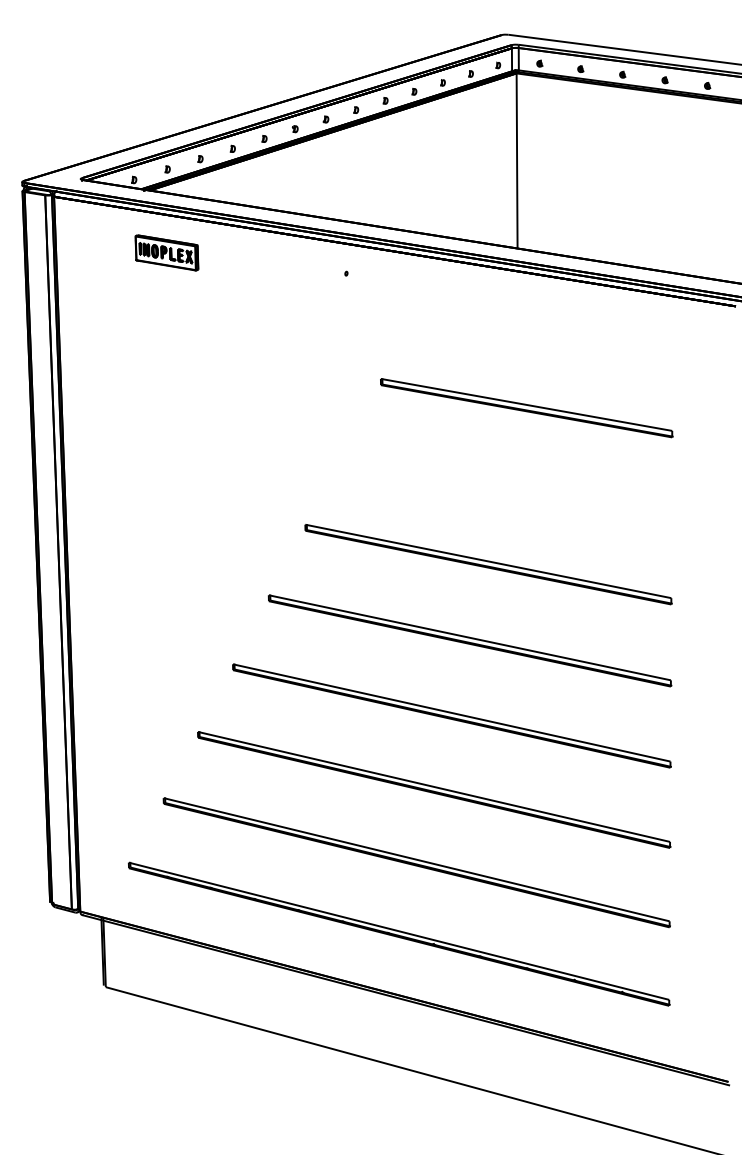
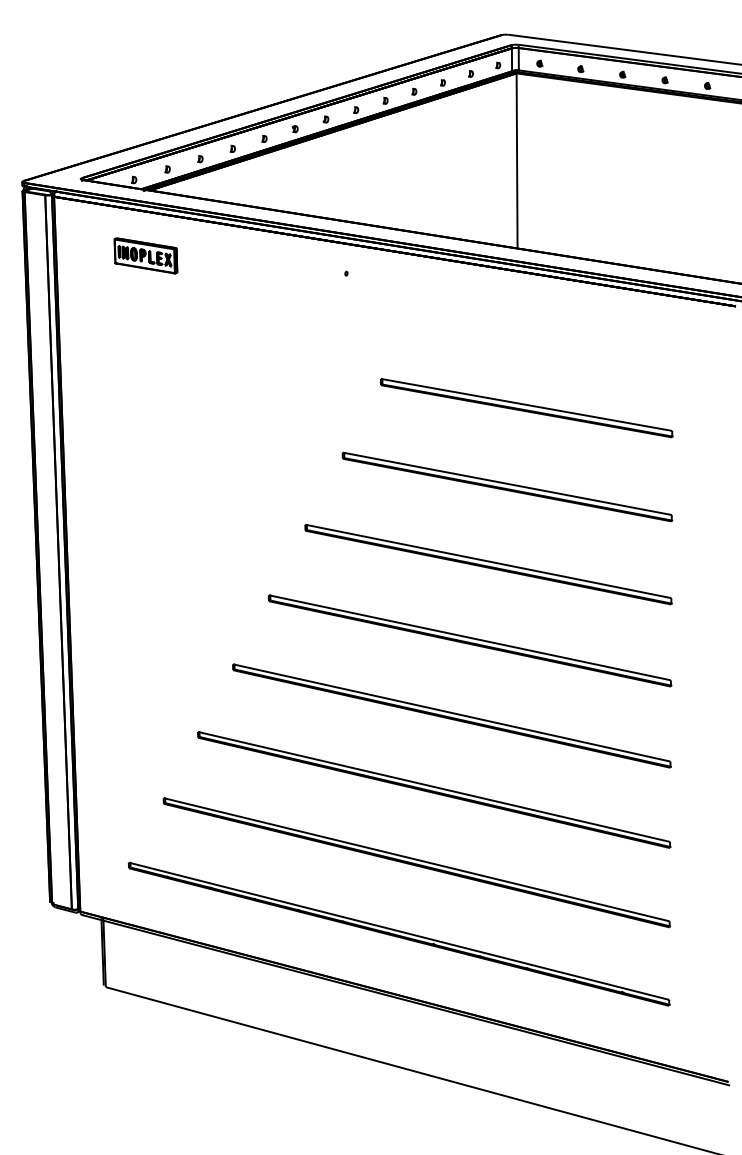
part at (166, 252) position: (166, 252) -> (145, 255)
part at (507, 486): none -> present
